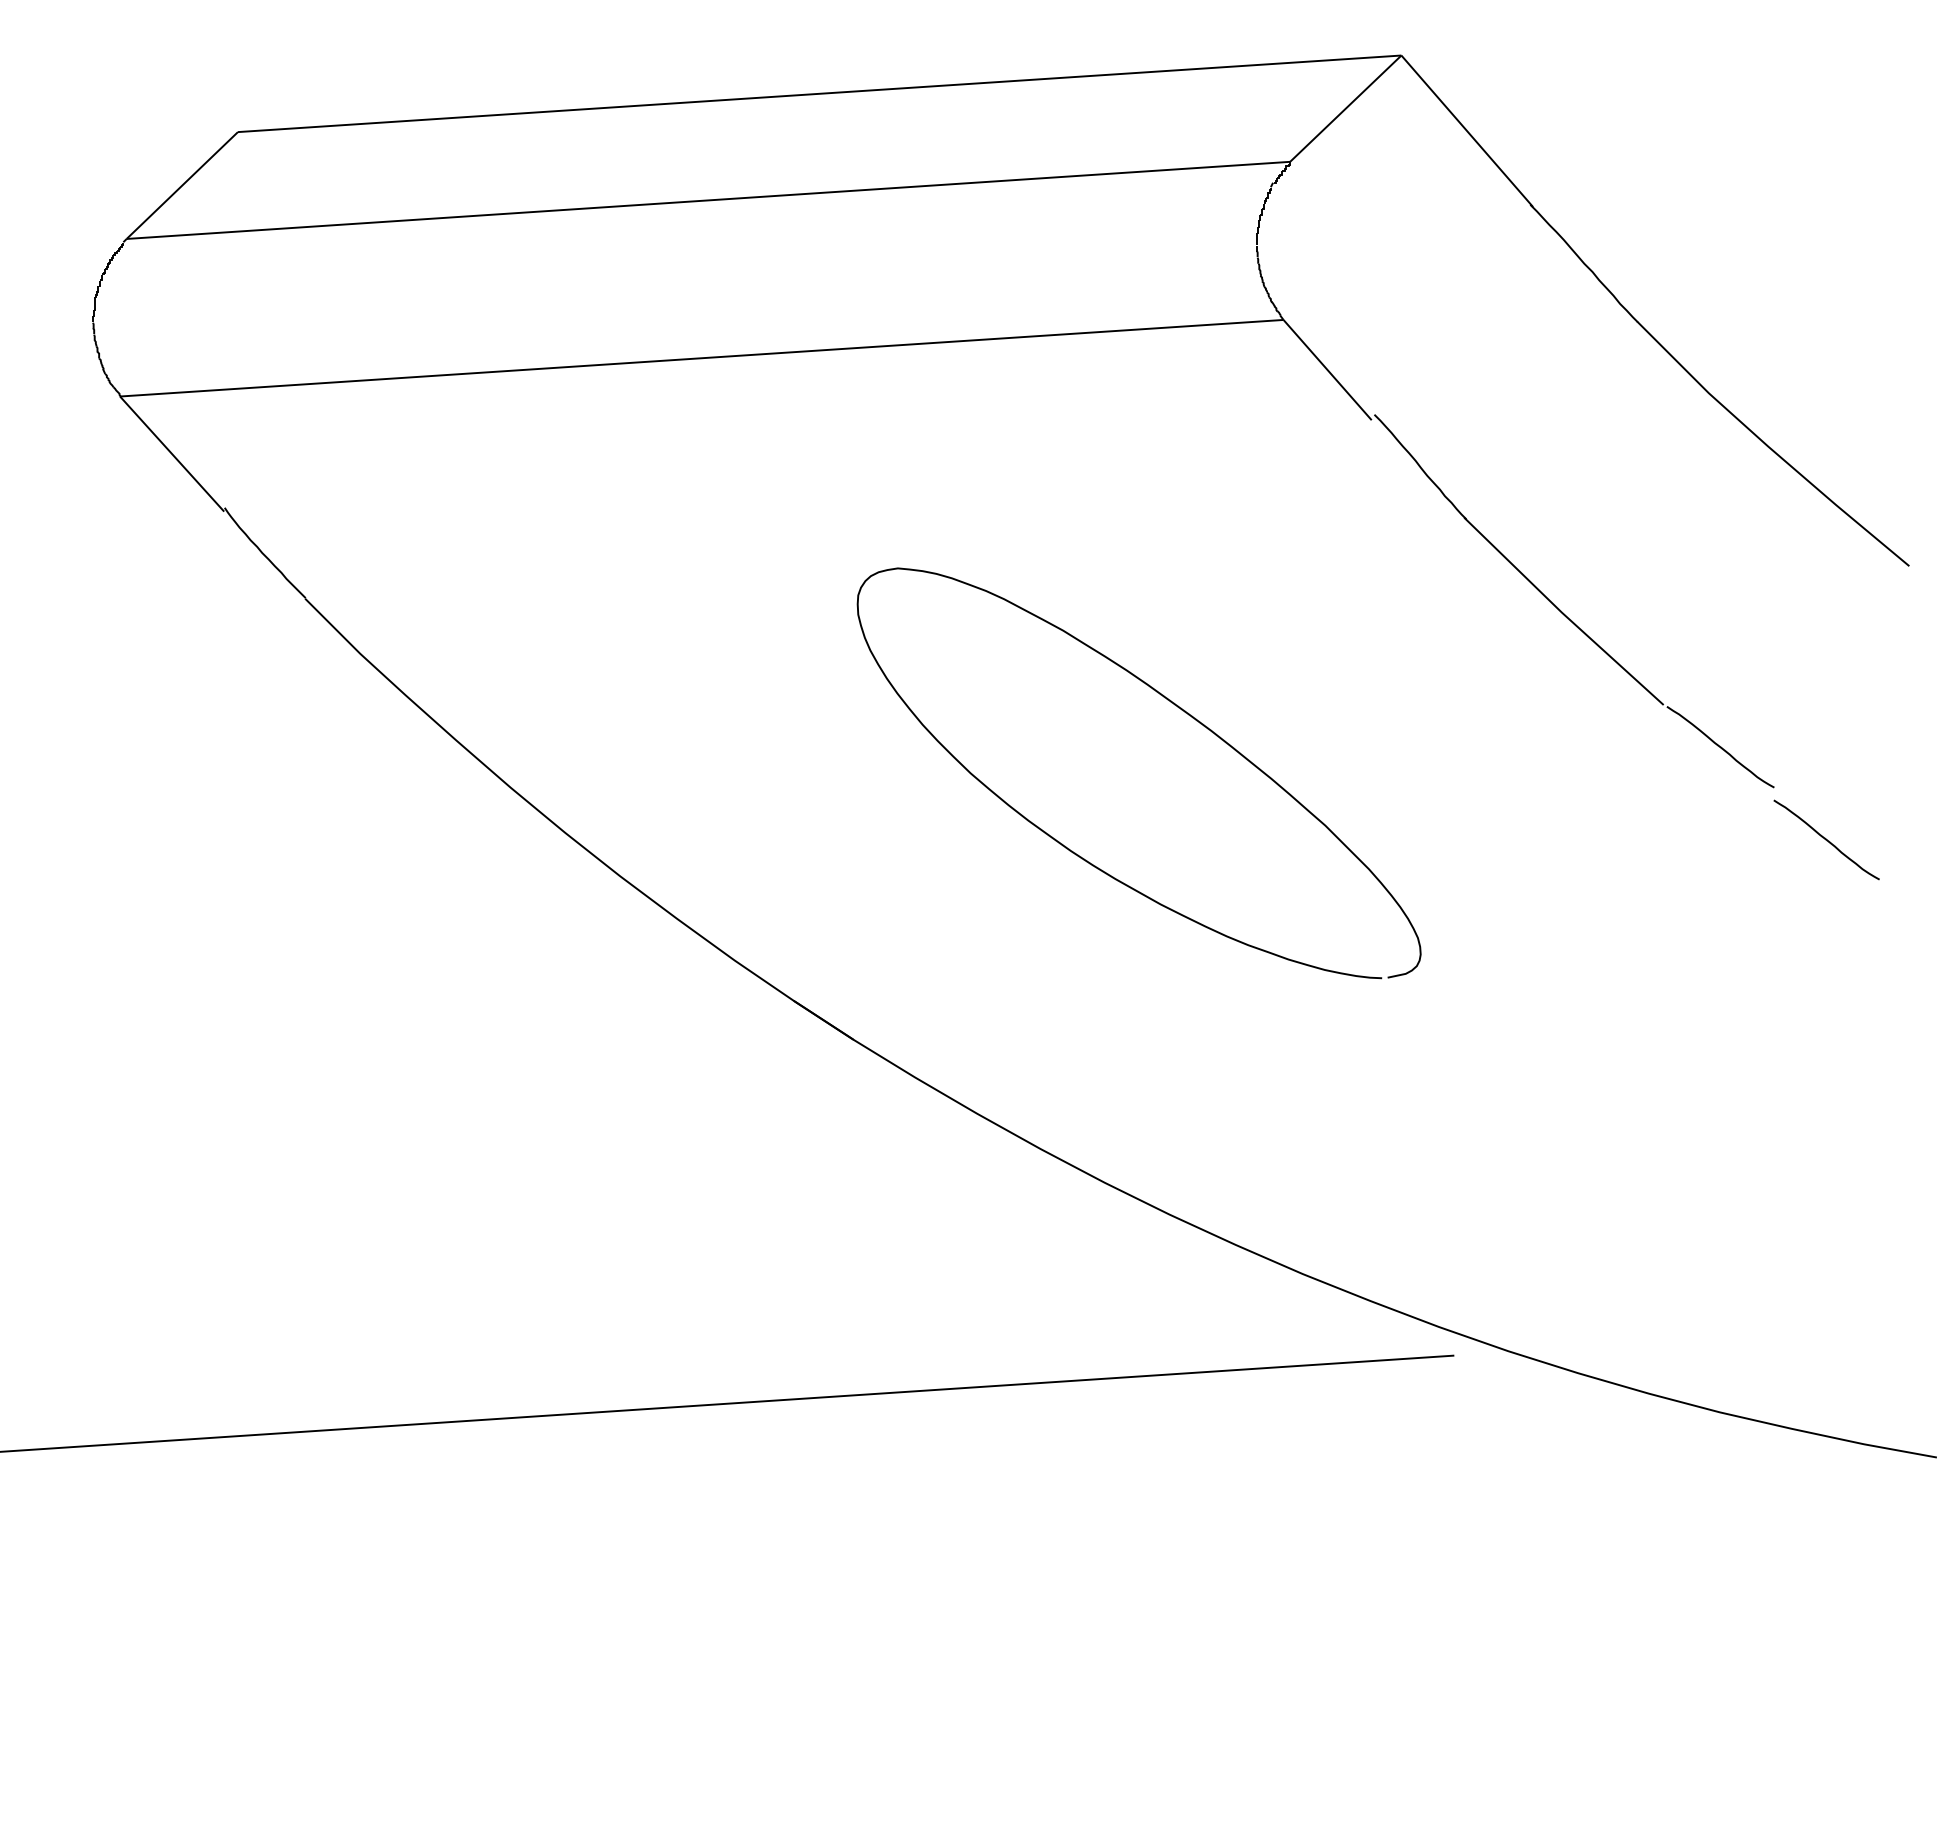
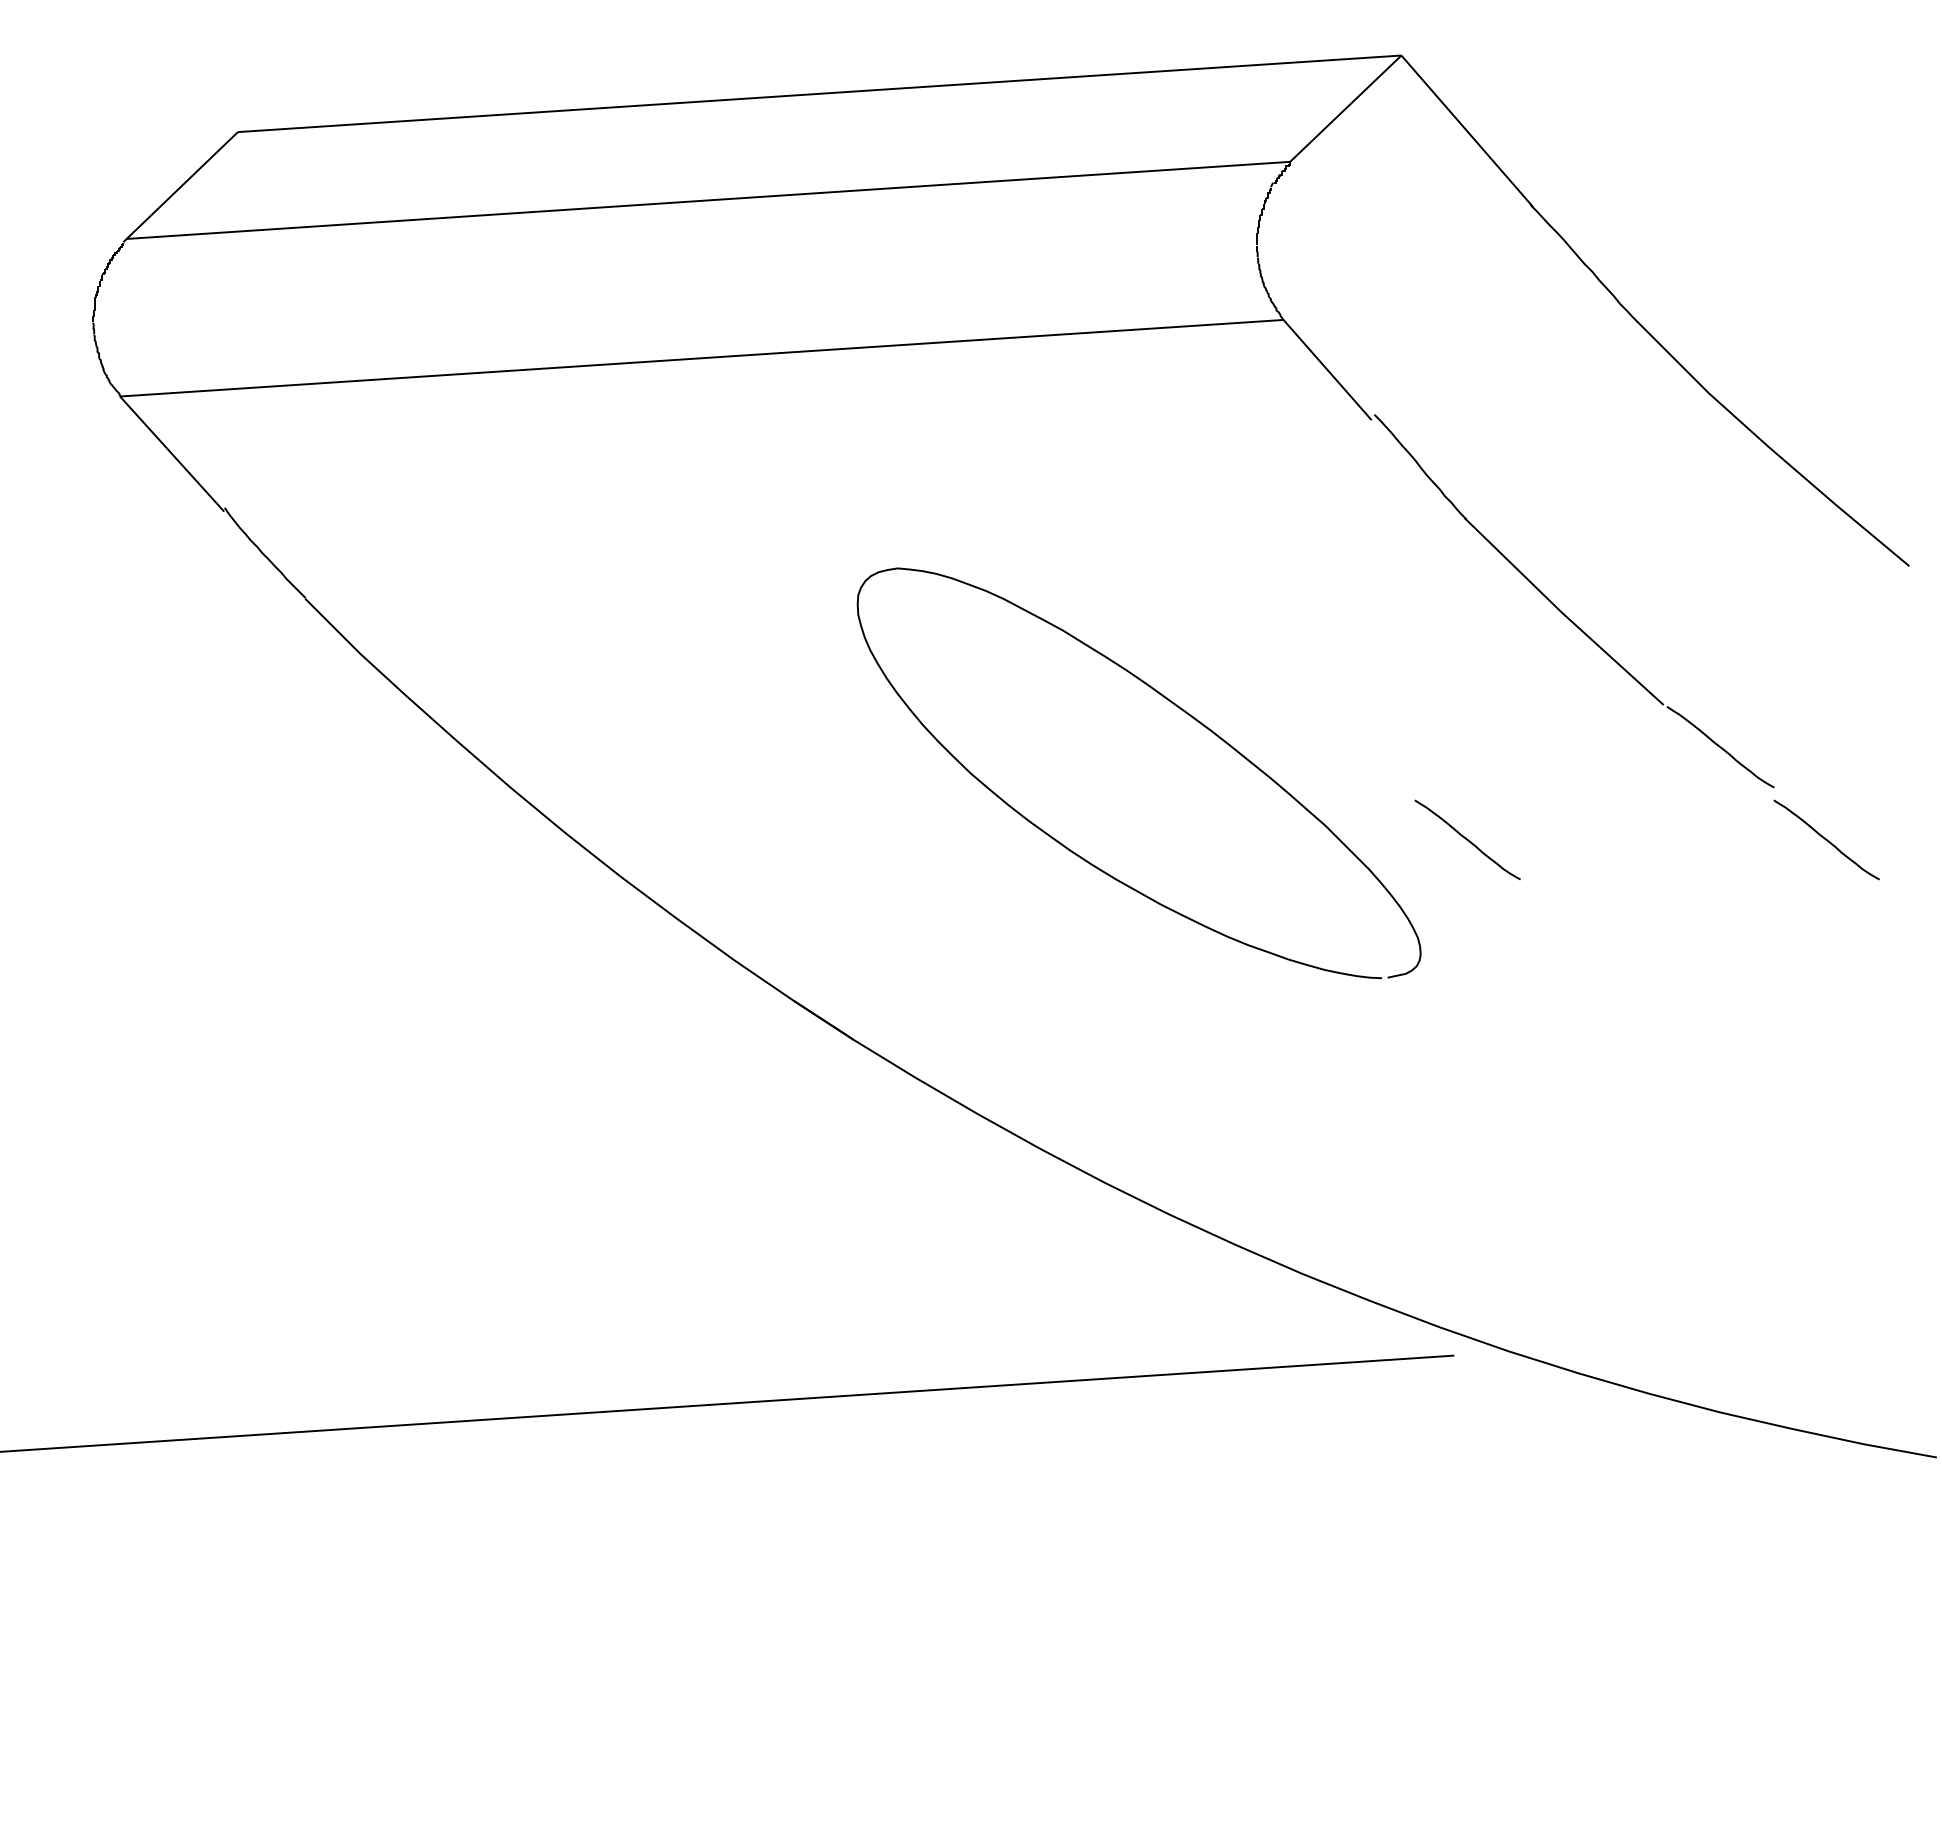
curve at (1467, 839): none -> present
